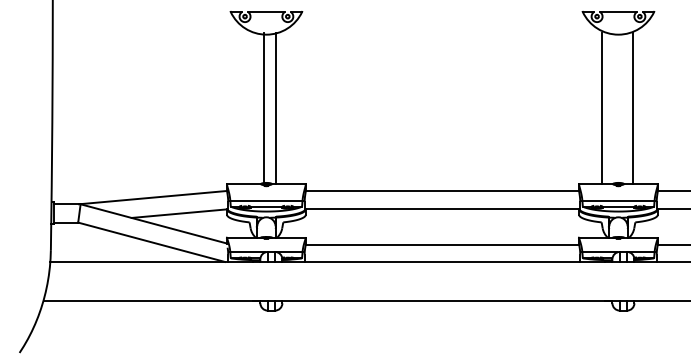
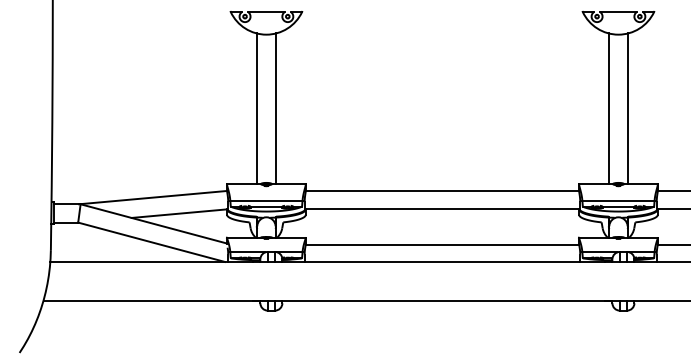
line at (264, 108) position: (264, 108) -> (257, 108)
line at (602, 108) position: (602, 108) -> (609, 108)
line at (632, 108) position: (632, 108) -> (627, 108)
